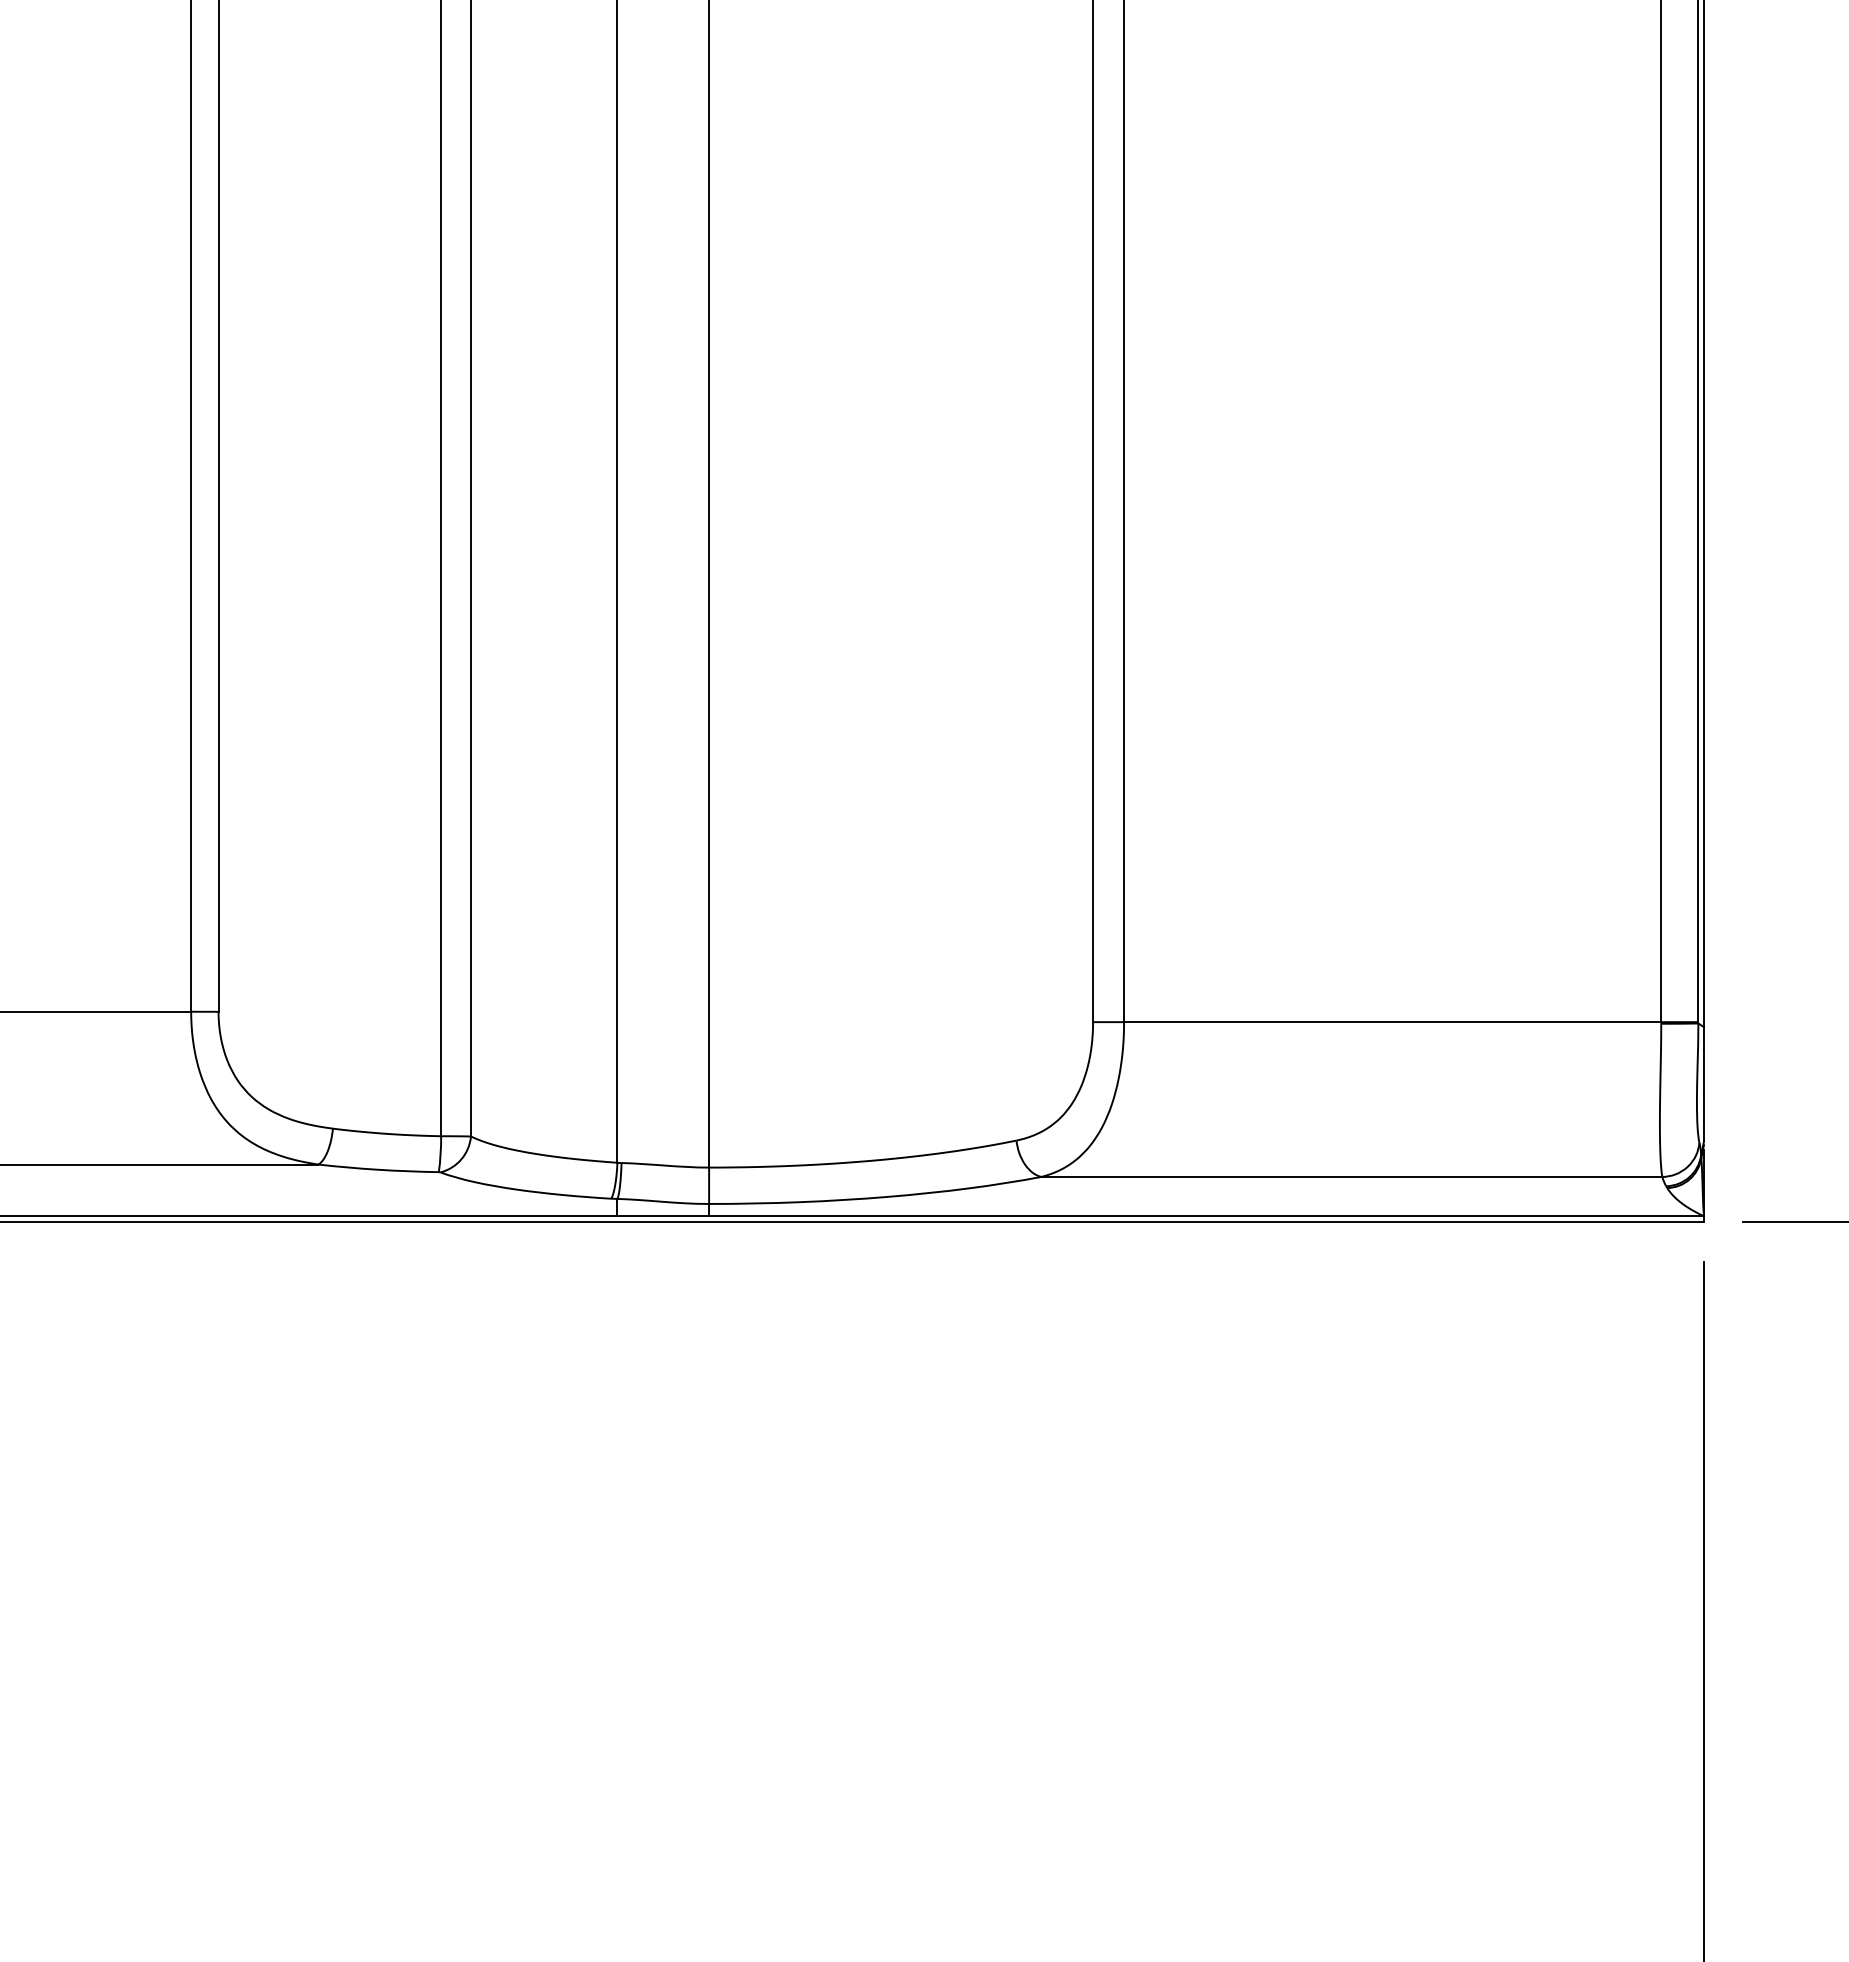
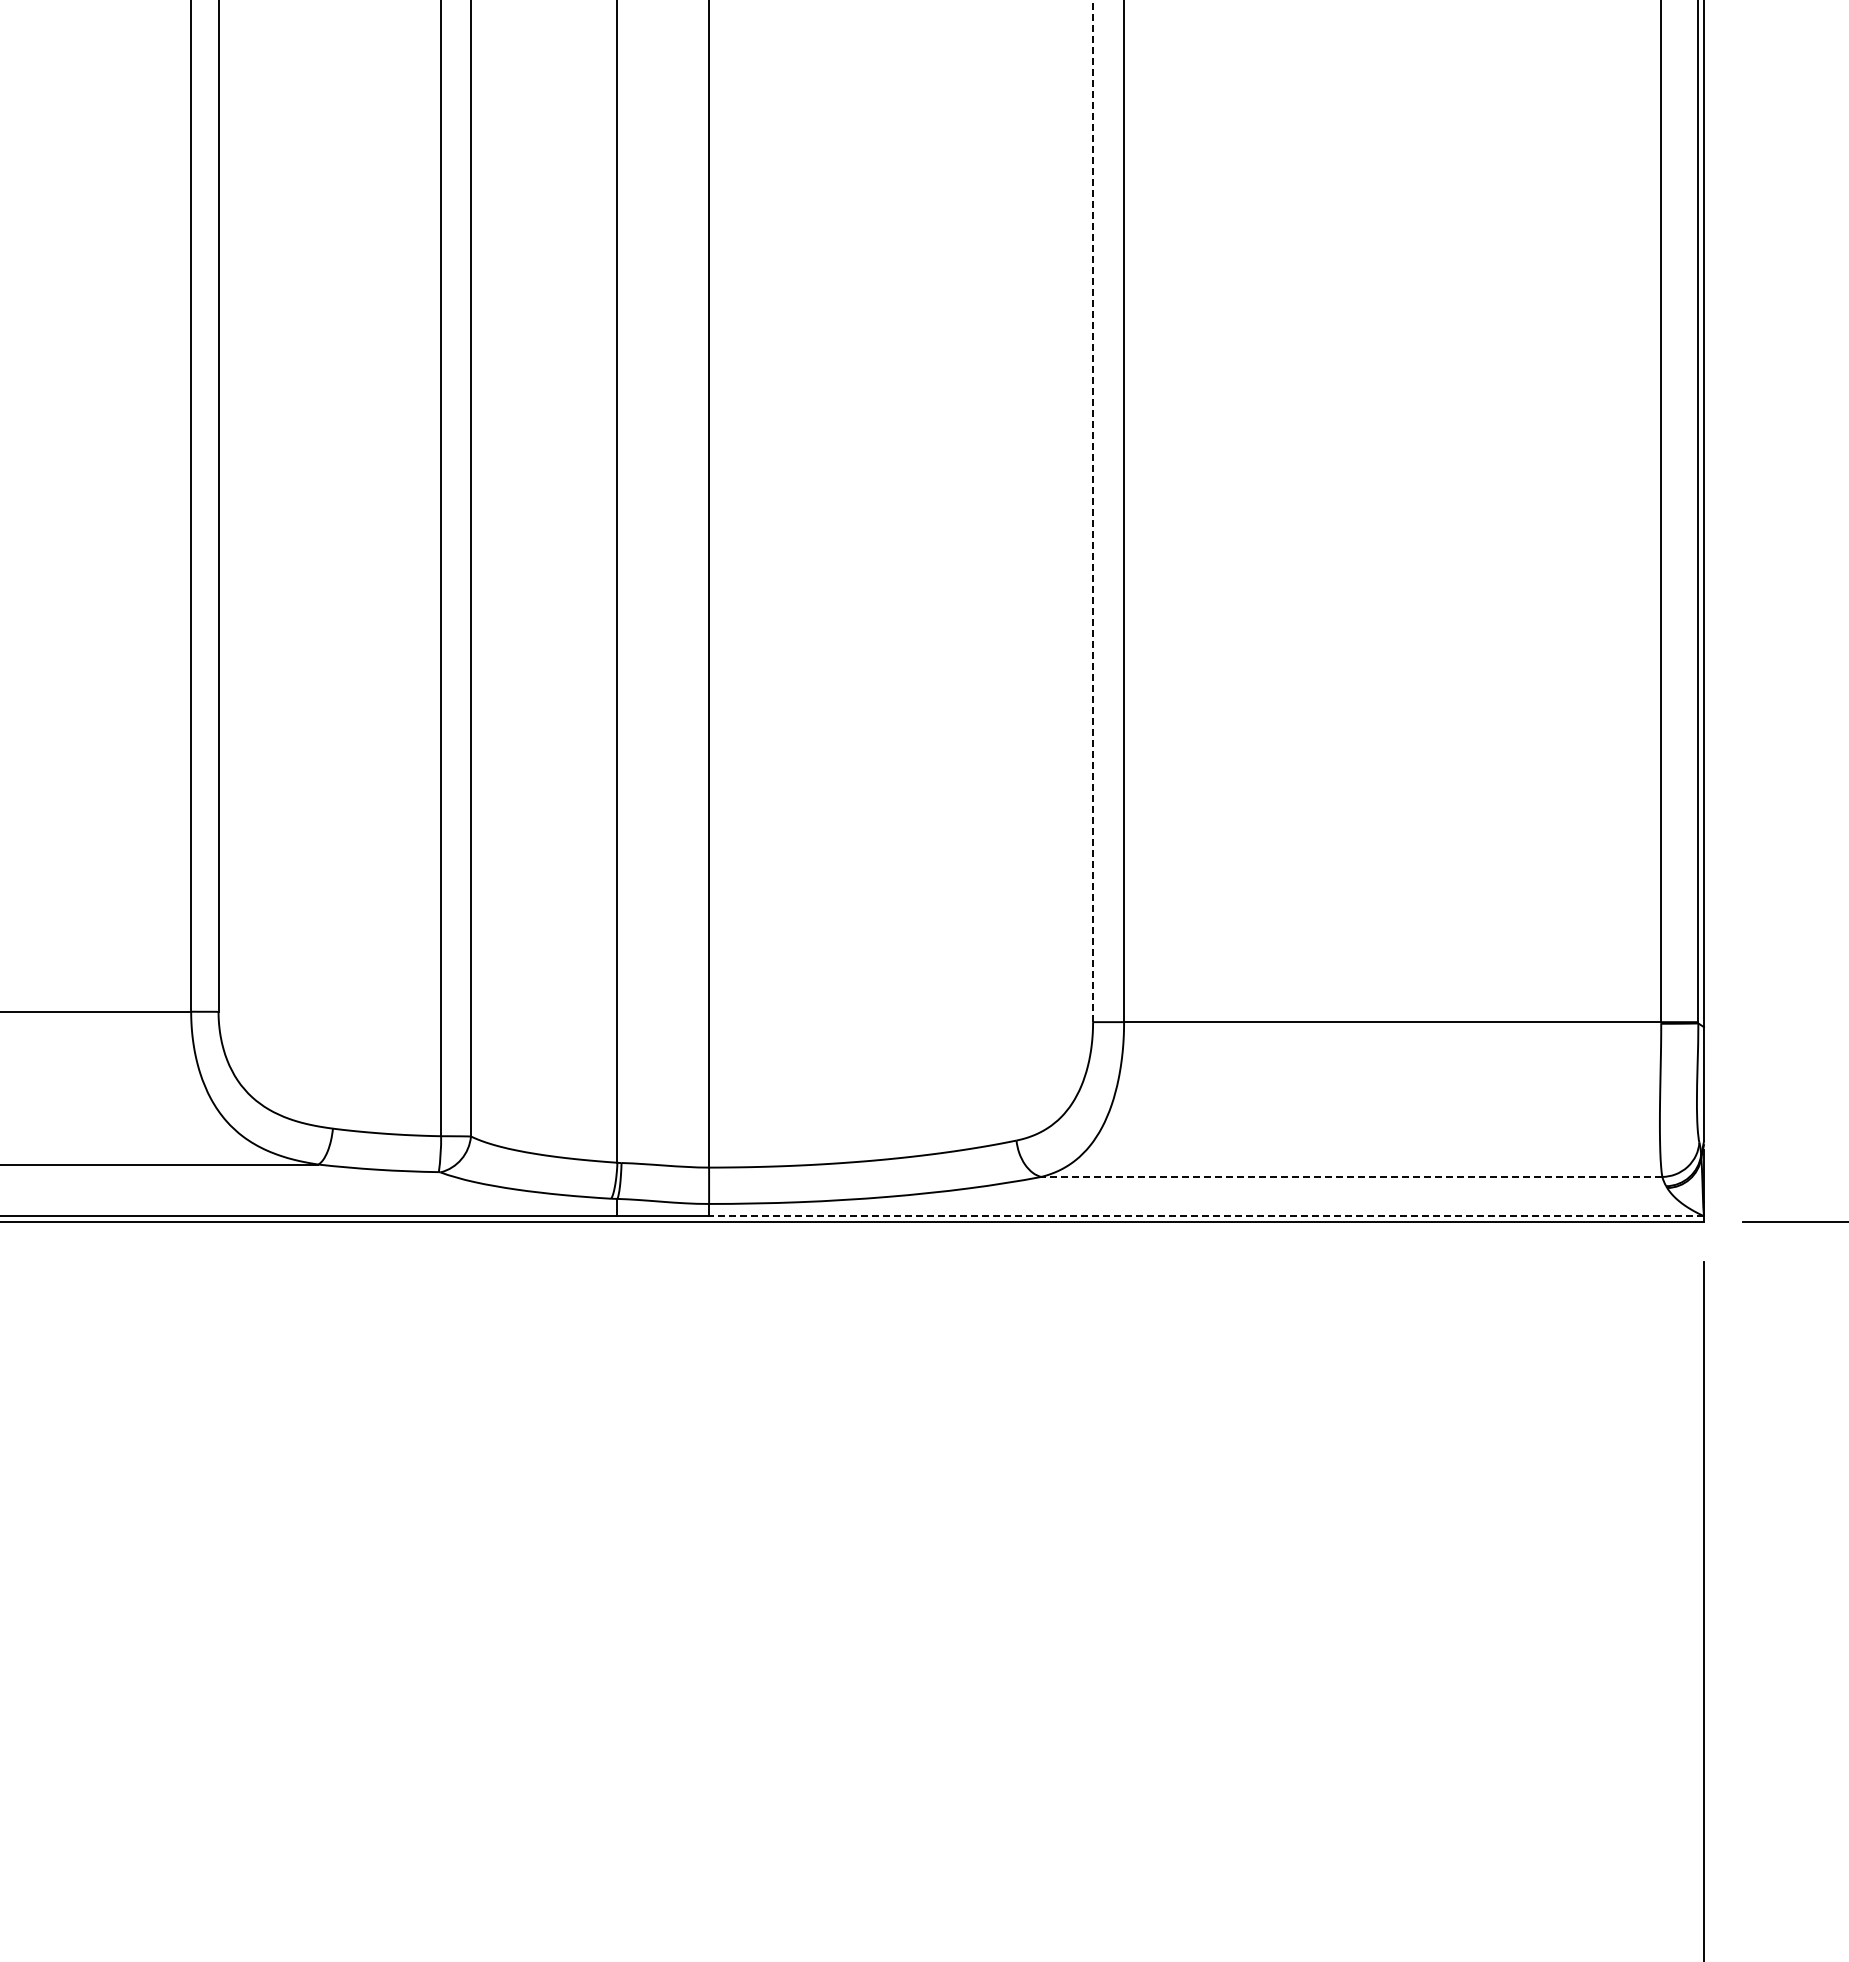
line at (1093, 511): solid -> dashed
line at (1351, 1176): solid -> dashed
line at (1205, 1216): solid -> dashed
